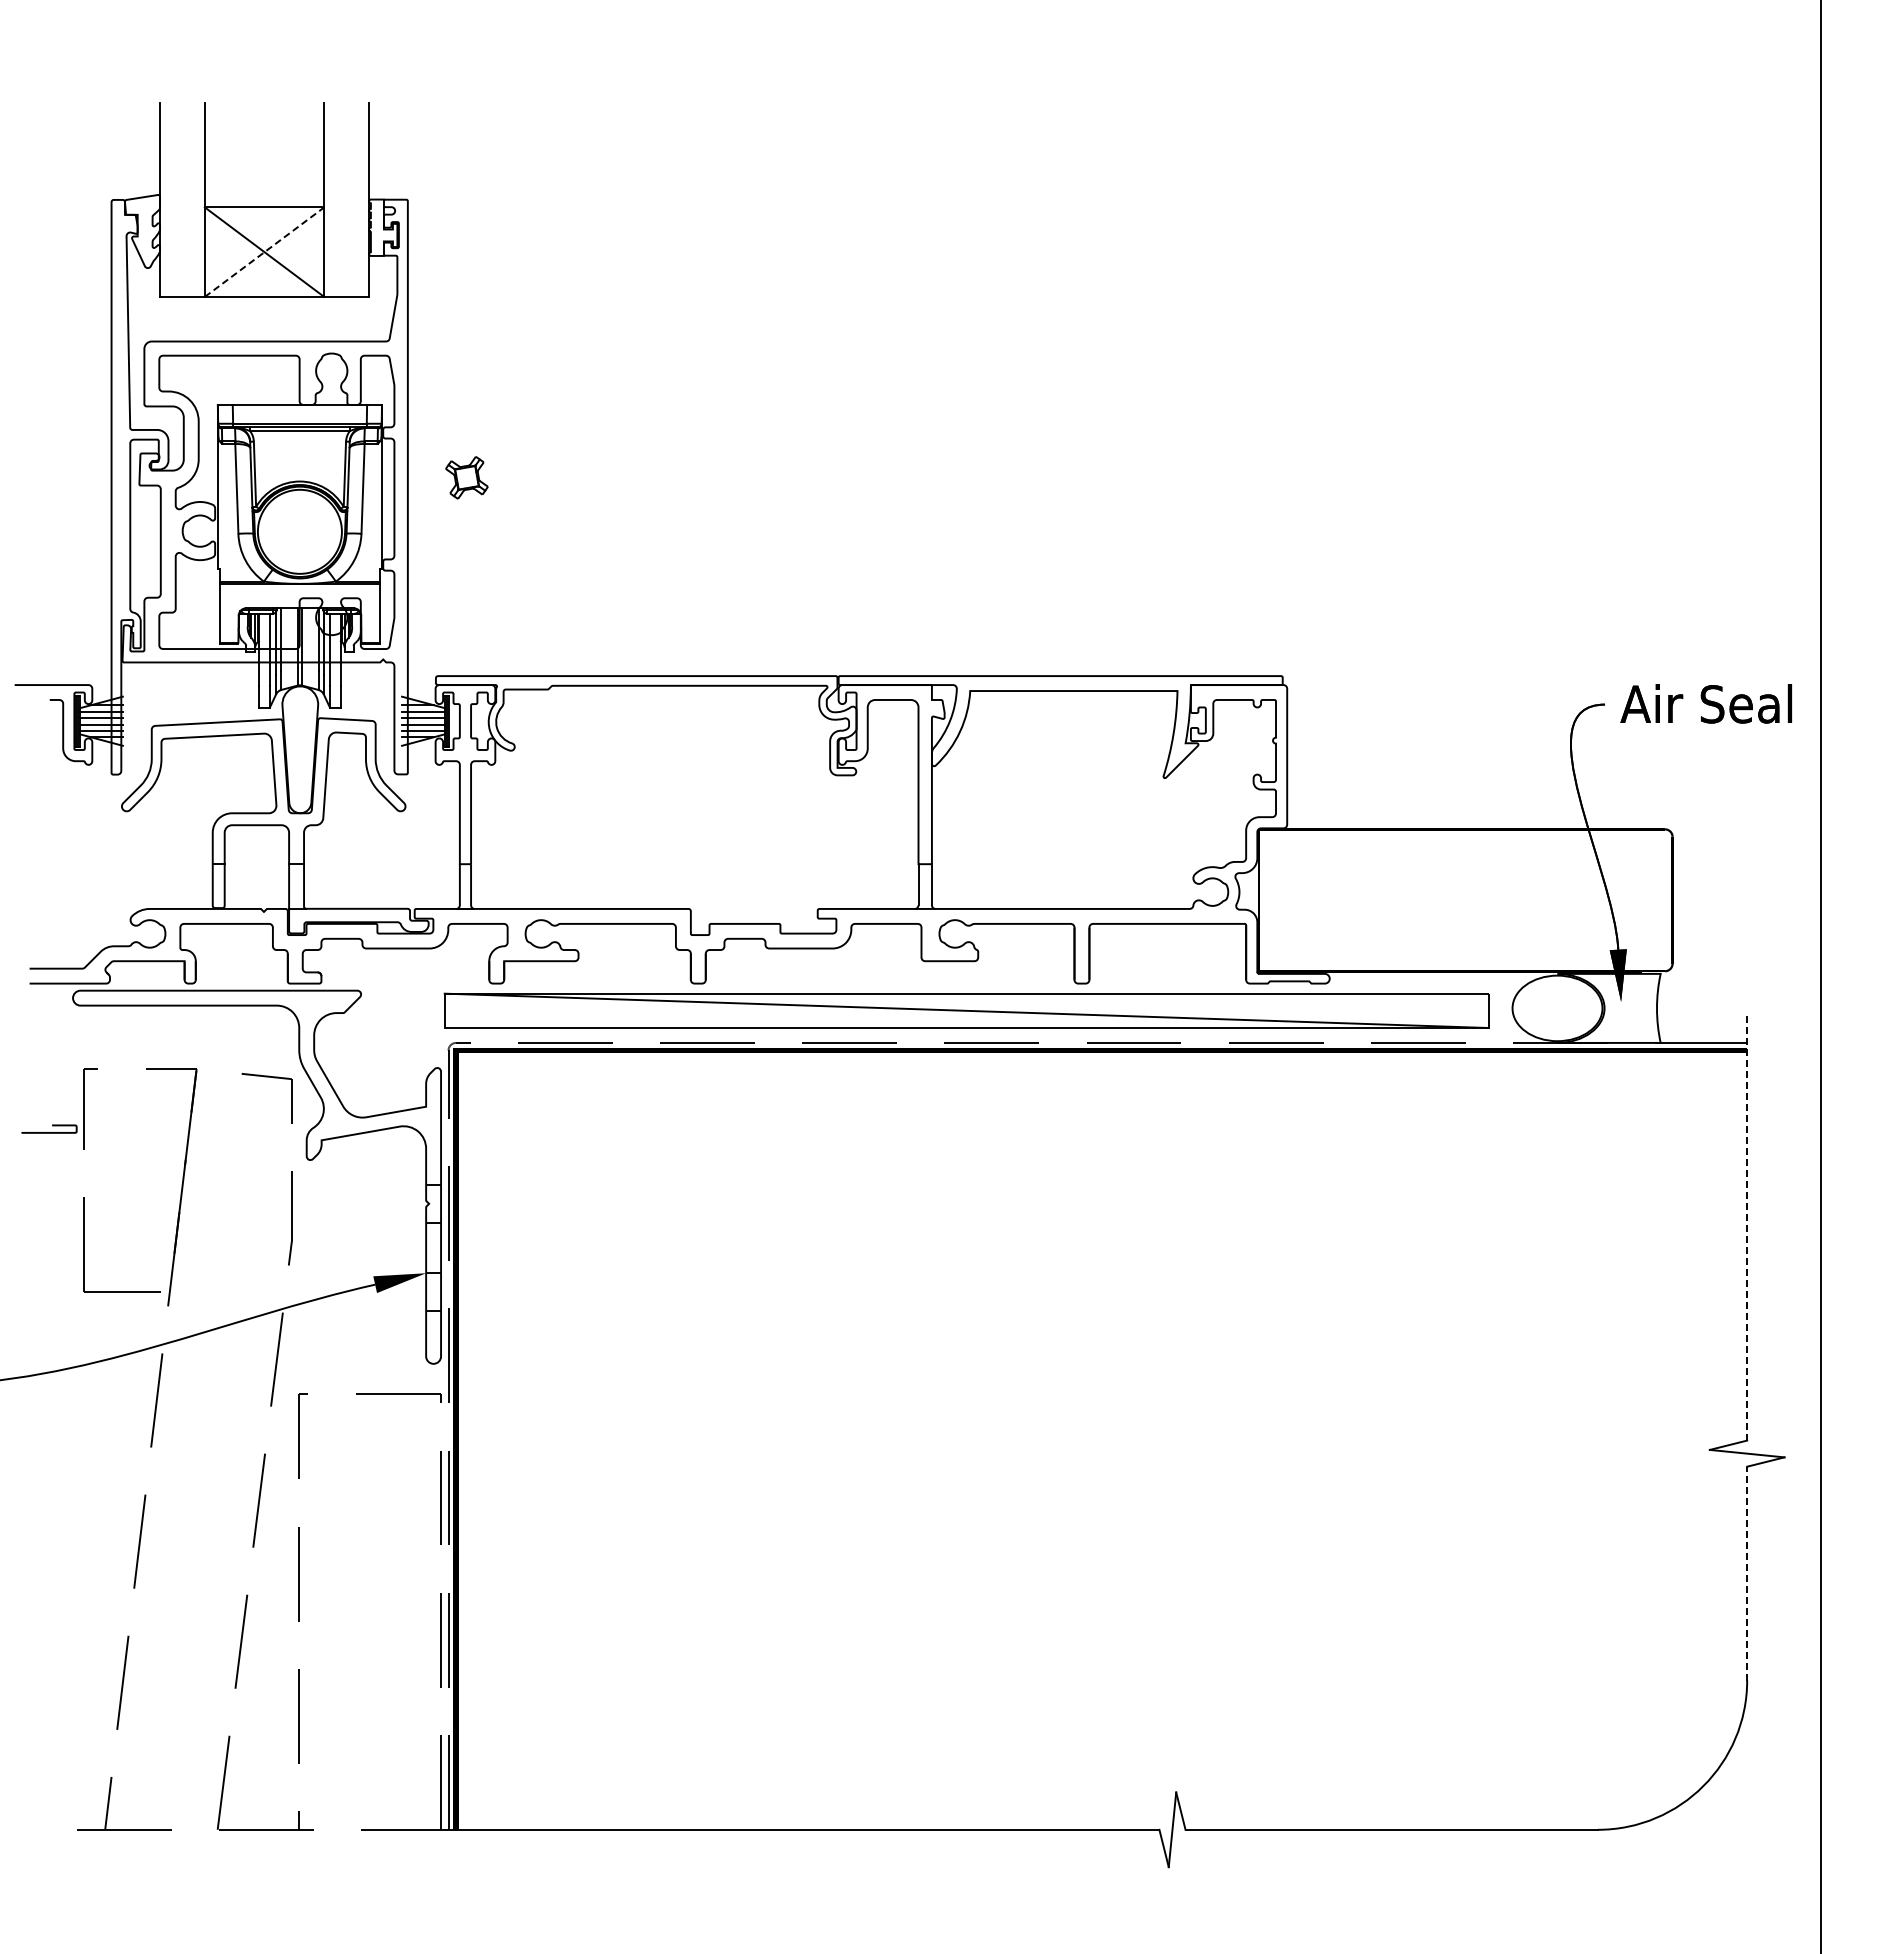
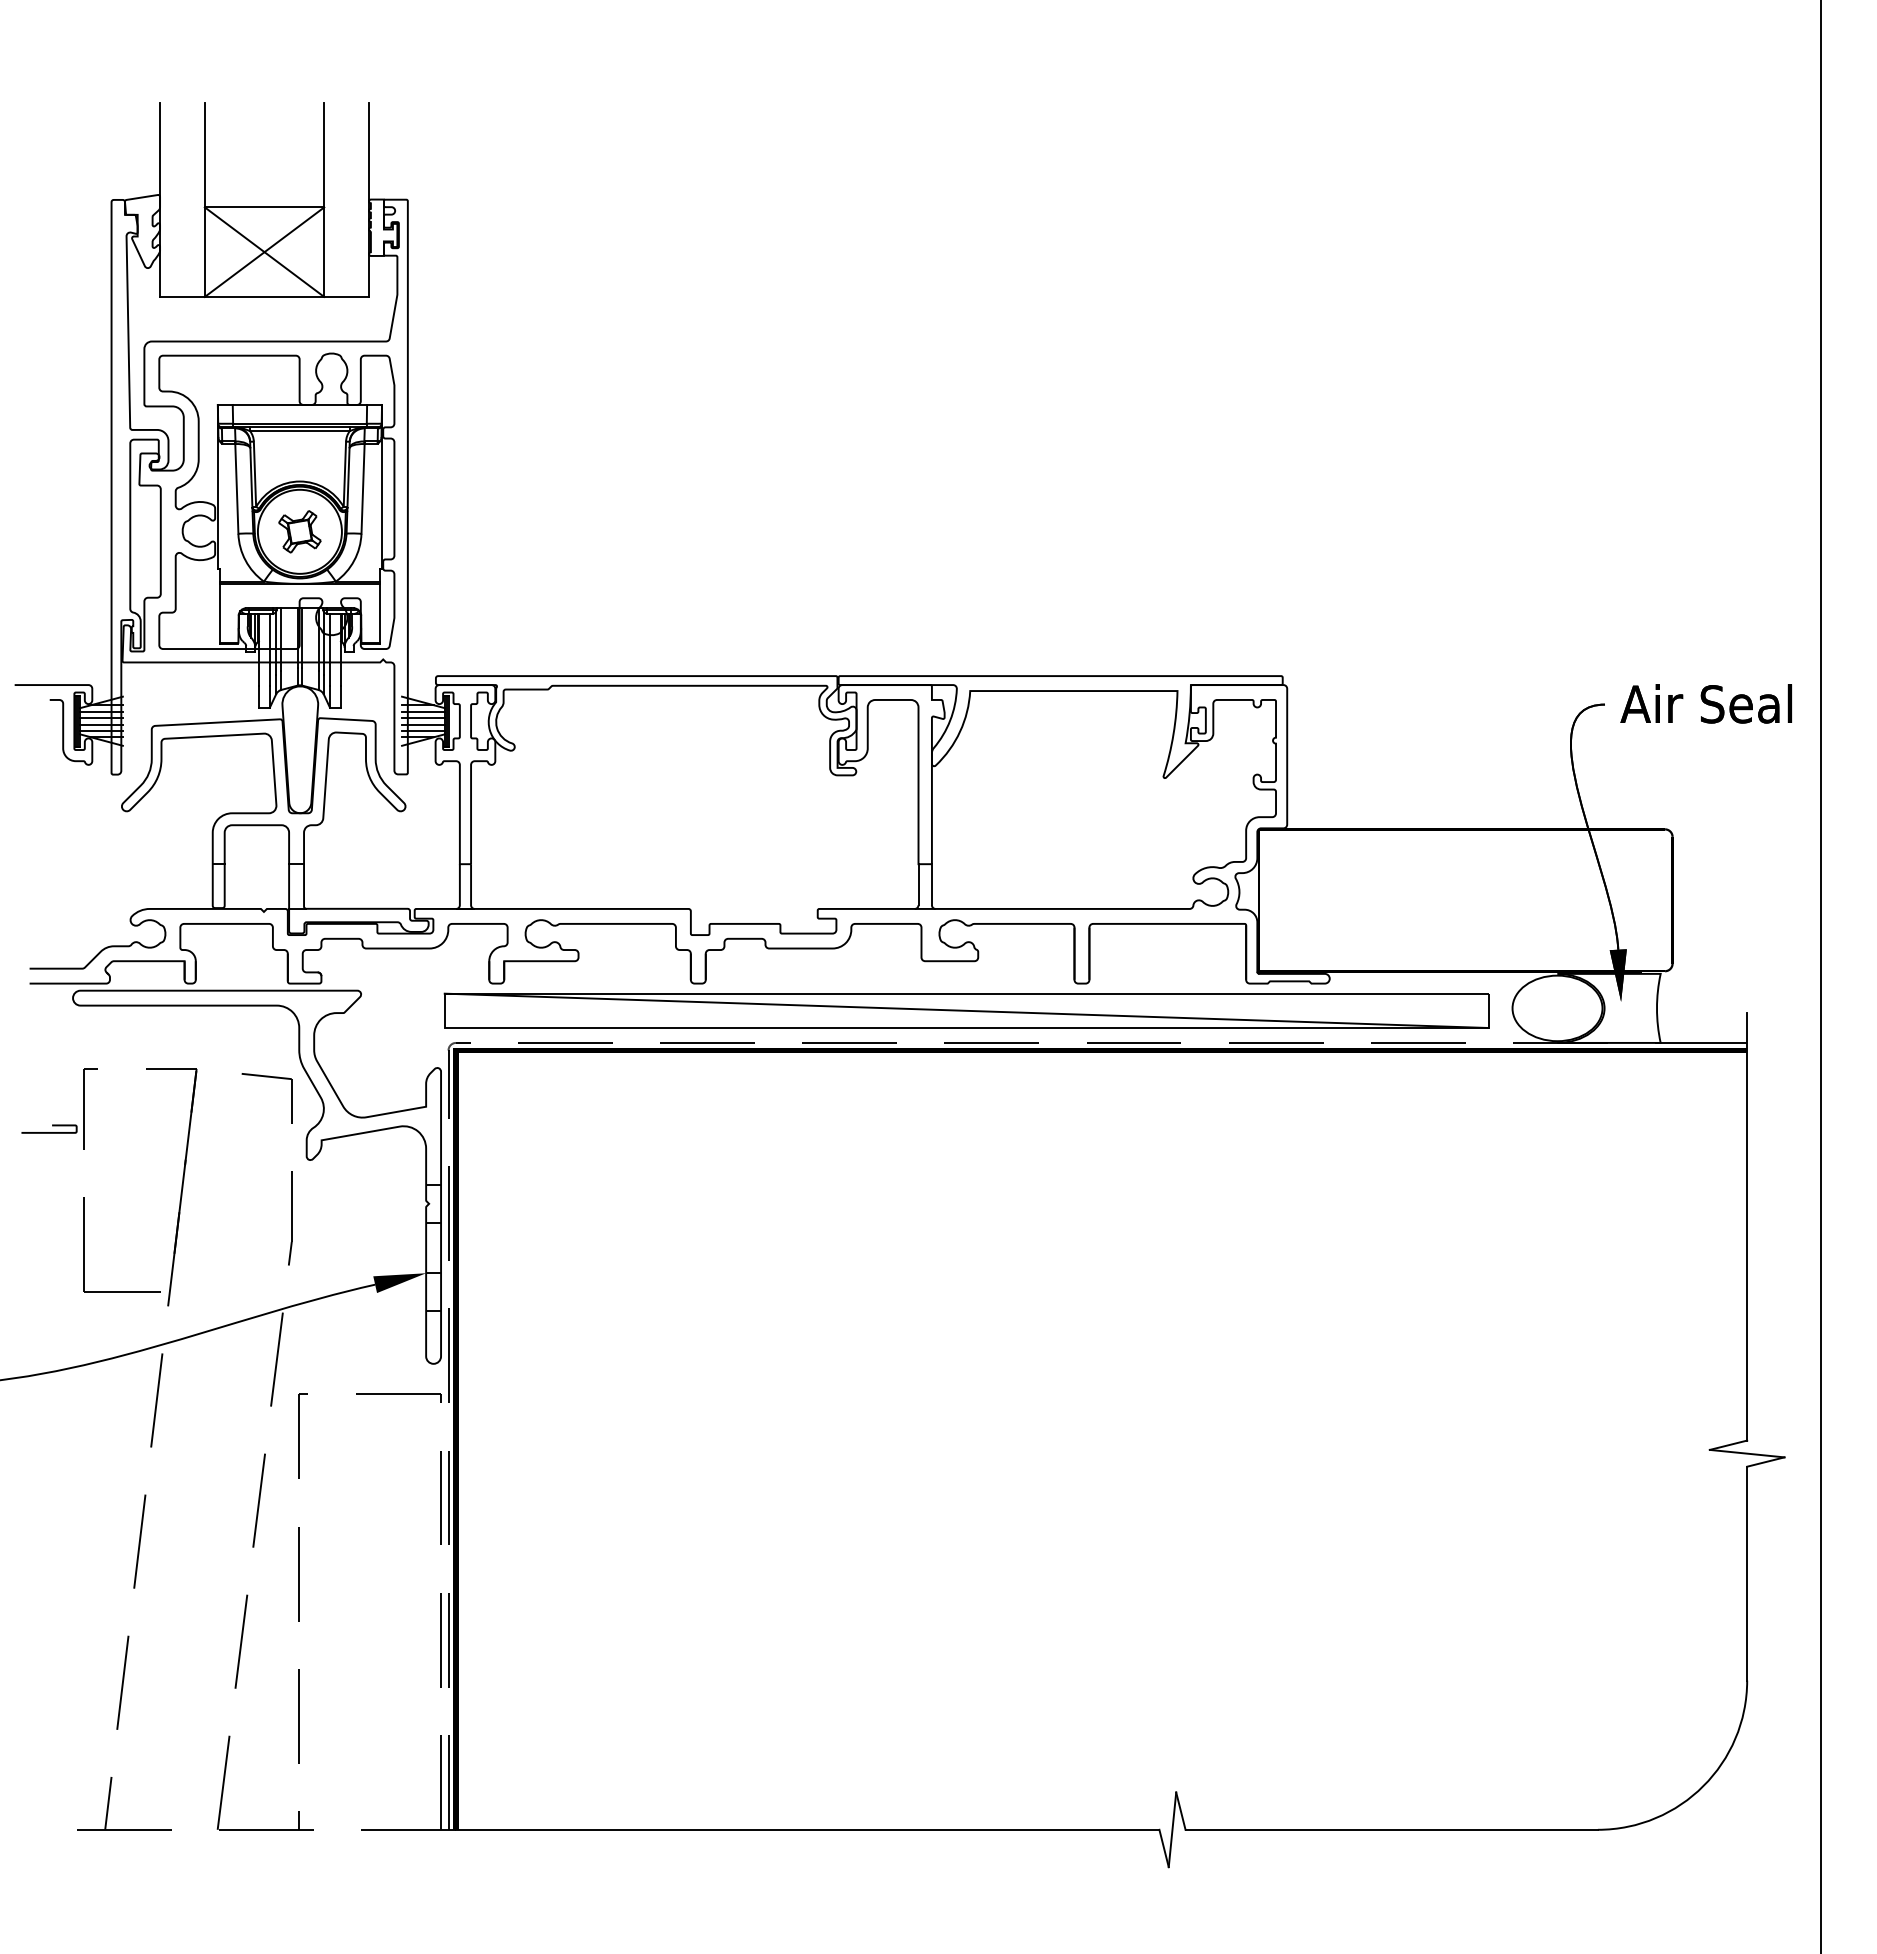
line at (264, 252): dashed -> solid
part at (466, 477) position: (466, 477) -> (299, 531)
line at (1747, 1226): dashed -> solid
line at (1747, 1573): dashed -> solid
